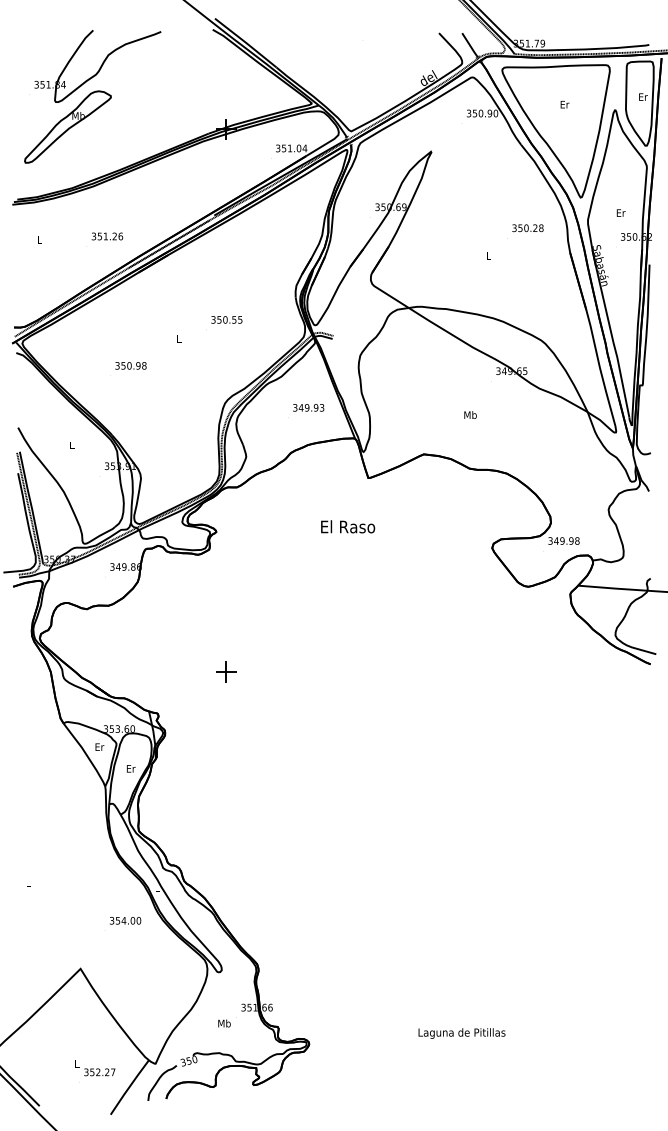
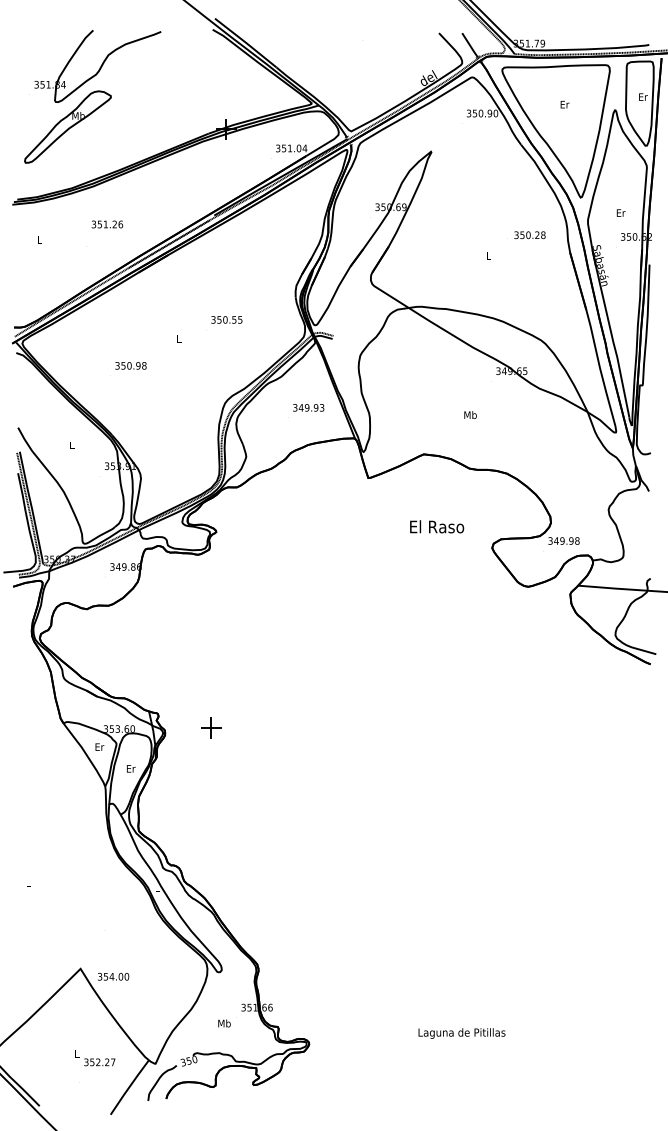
text at (527, 228) position: (527, 228) -> (529, 235)
text at (107, 236) position: (107, 236) -> (107, 224)
text at (348, 526) position: (348, 526) -> (437, 526)
part at (226, 671) position: (226, 671) -> (211, 727)
text at (125, 920) position: (125, 920) -> (113, 976)
text at (95, 1068) position: (95, 1068) -> (95, 1058)
